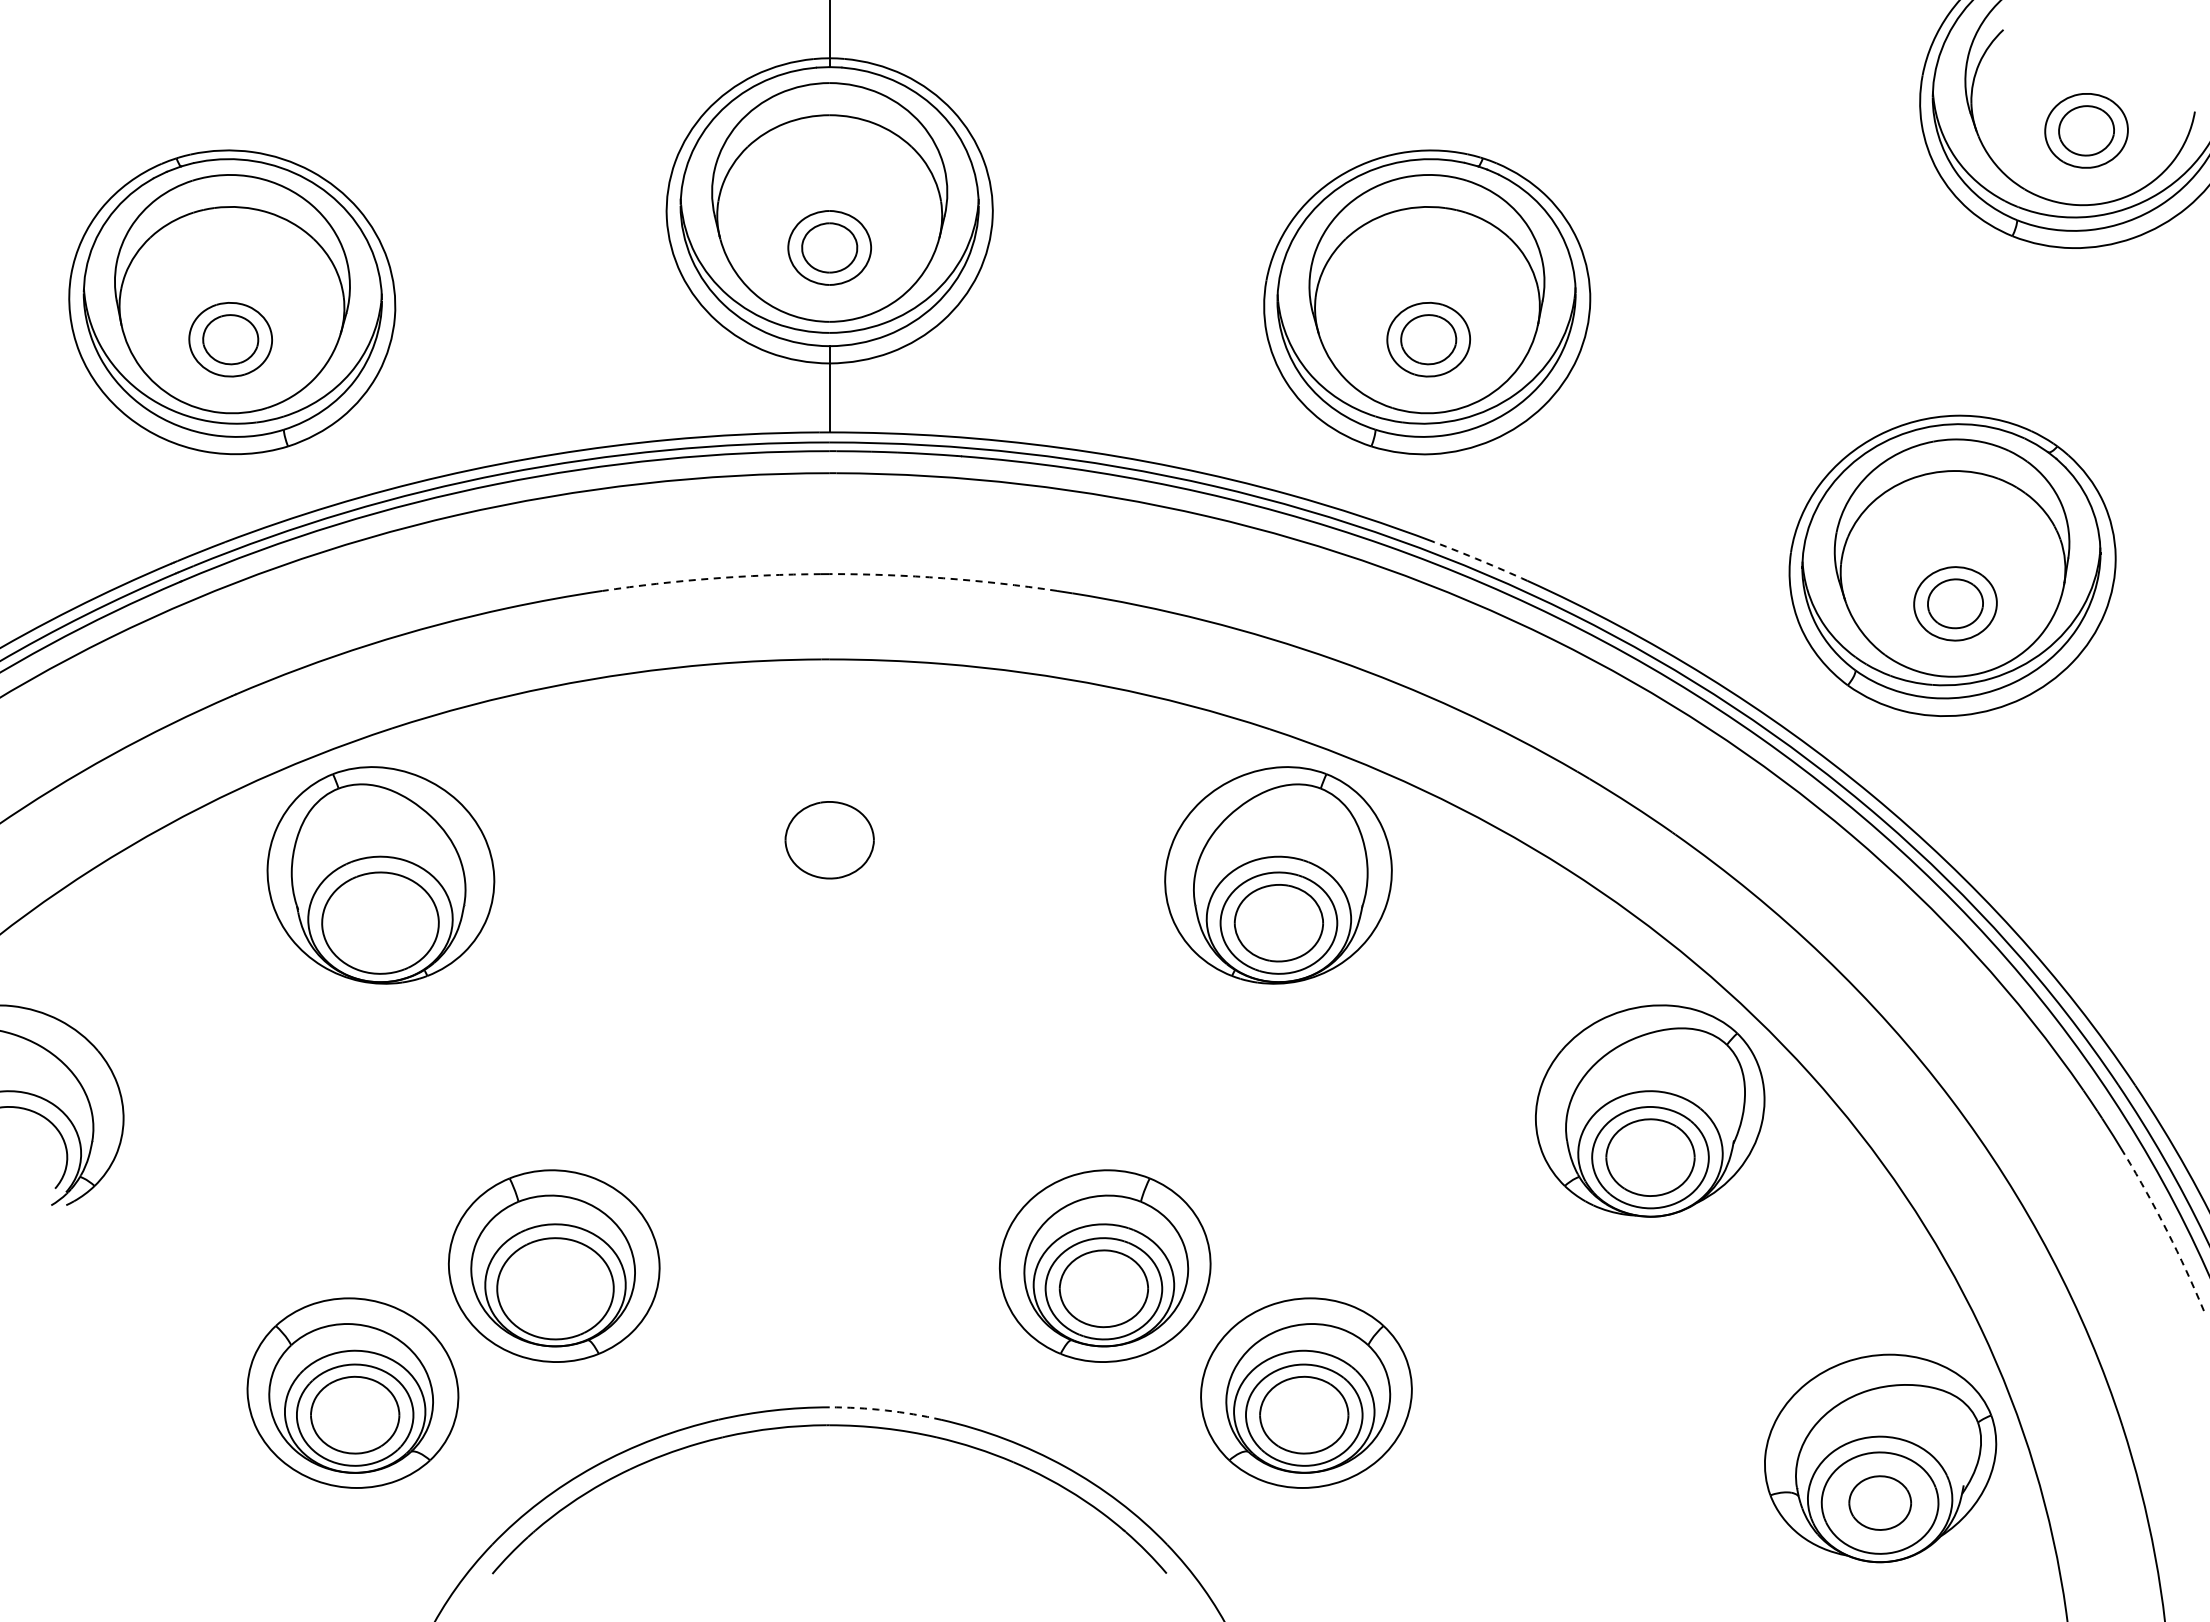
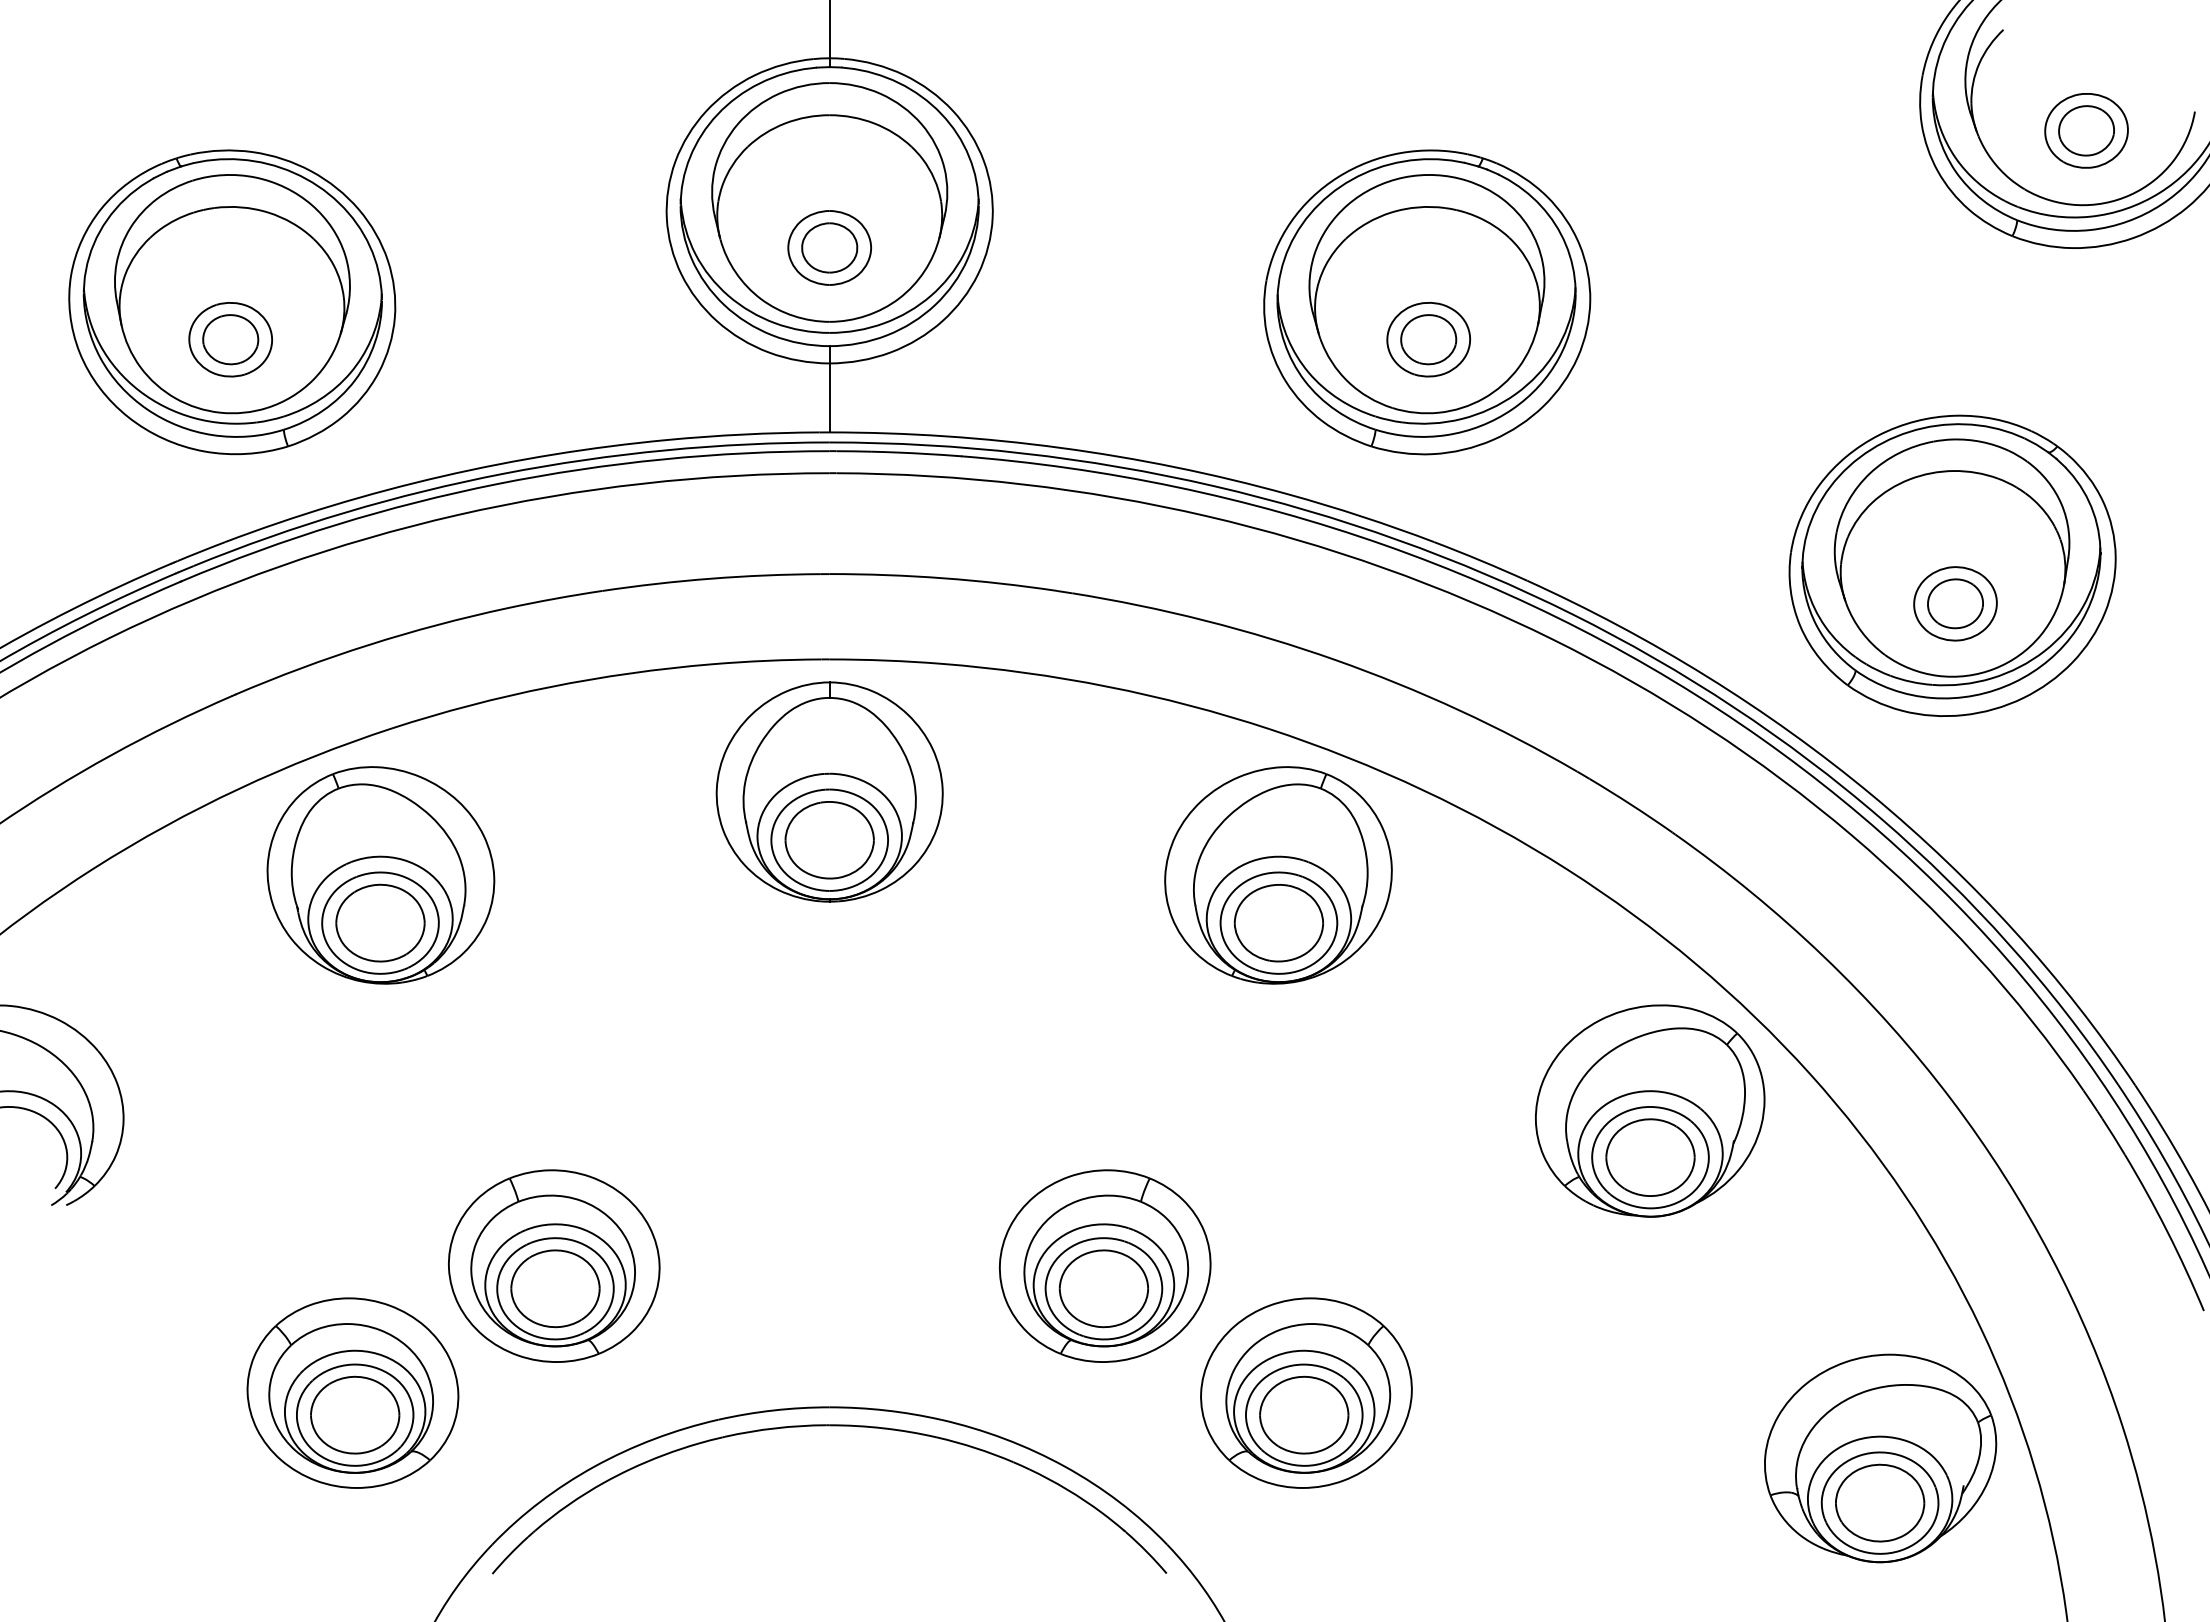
arc at (1481, 560): dashed -> solid
arc at (711, 578): dashed -> solid
arc at (943, 578): dashed -> solid
part at (829, 791): none -> present
part at (380, 922): none -> present
arc at (2167, 1231): dashed -> solid
part at (555, 1288): none -> present
arc at (885, 1410): dashed -> solid
part at (1879, 1502) size: 64x56 px -> 91x80 px
